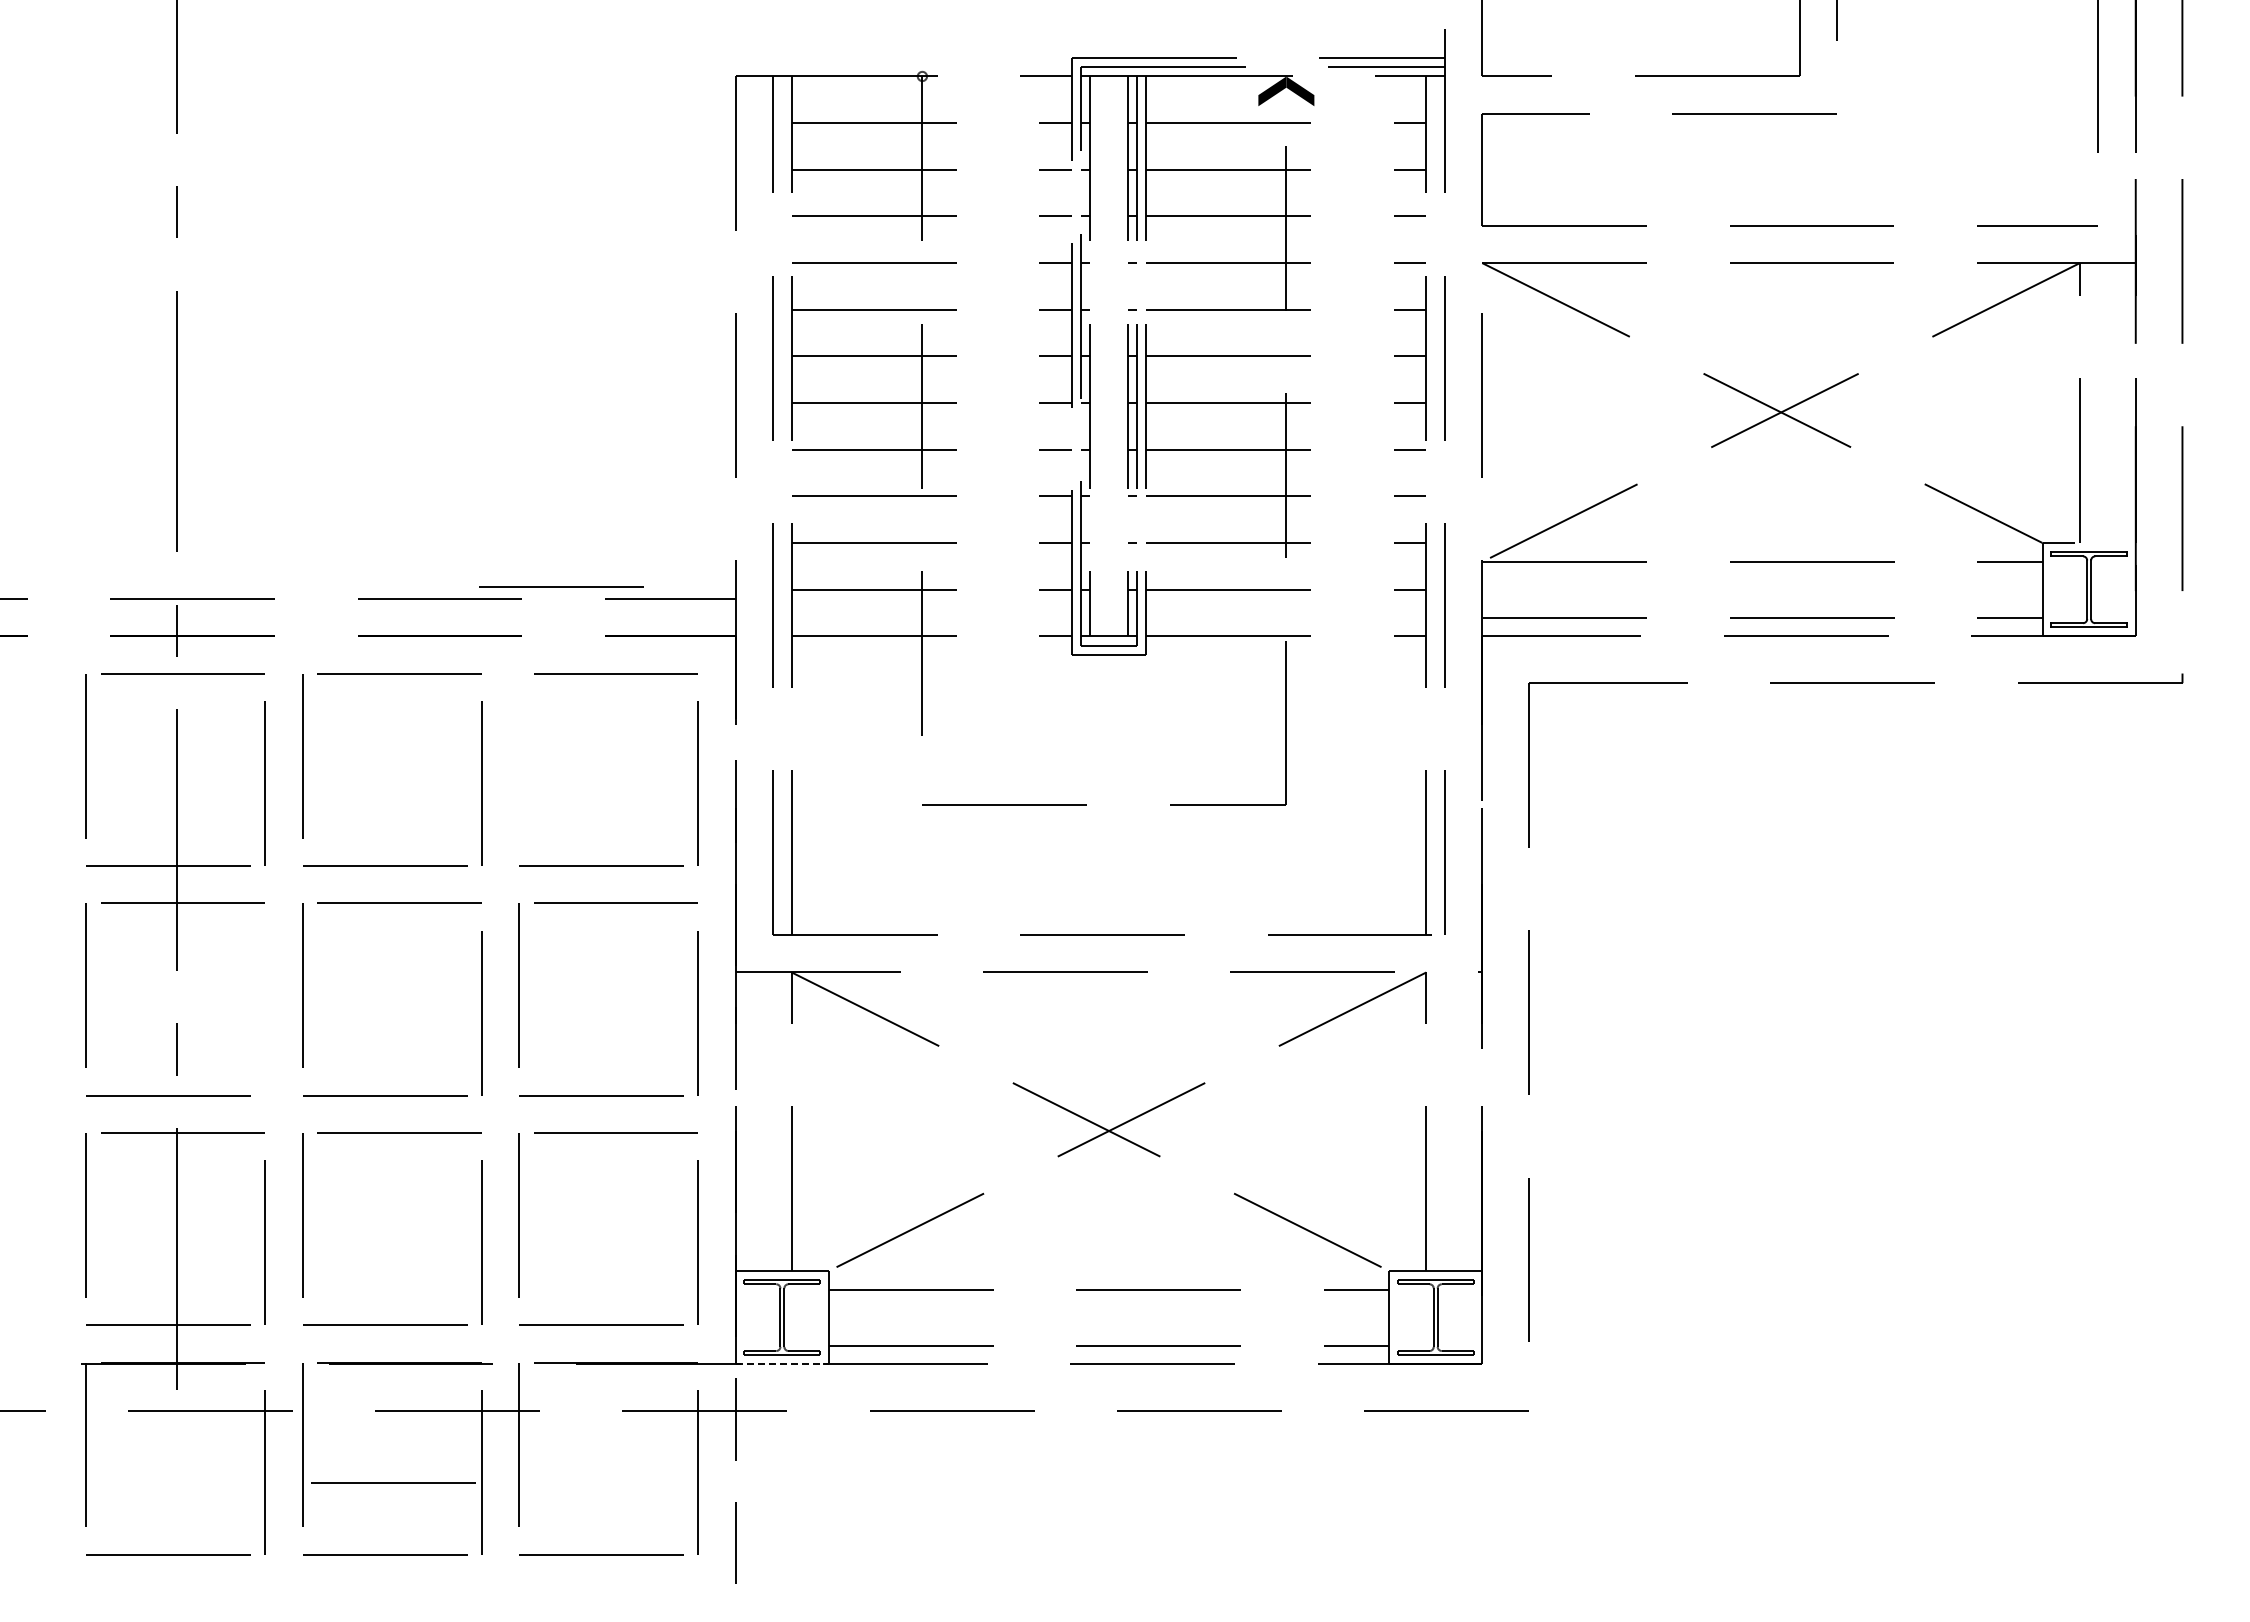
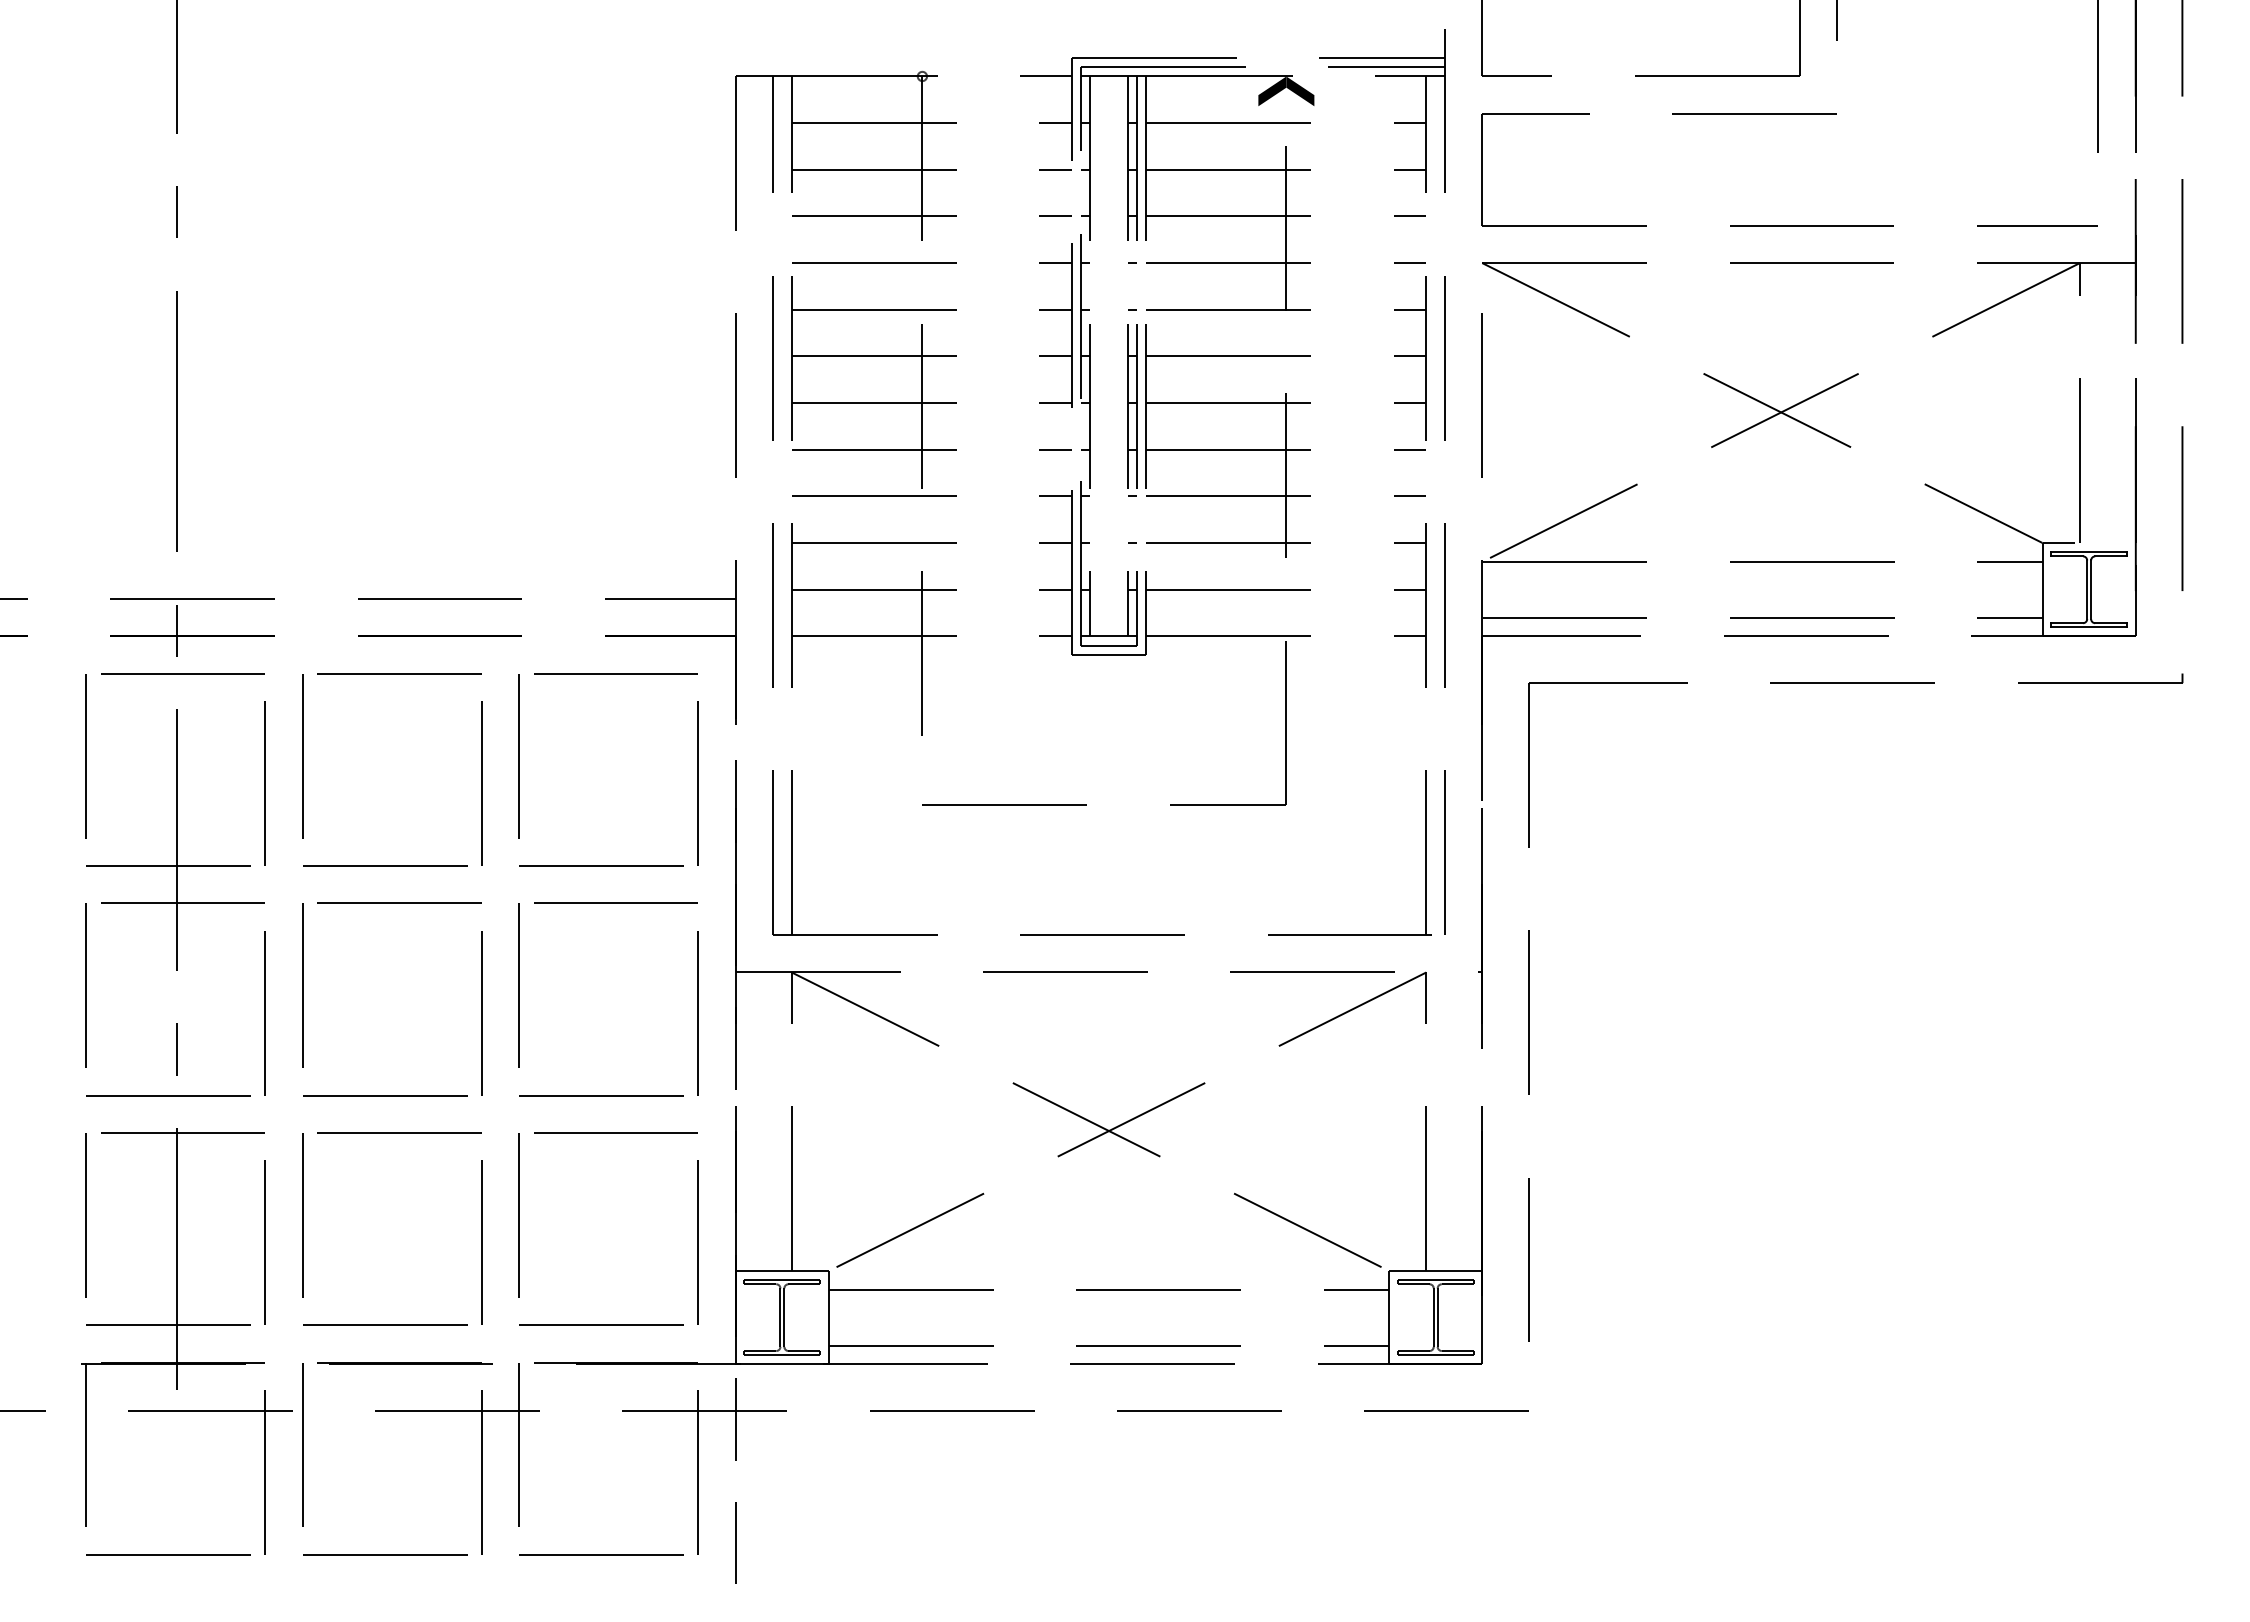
line at (561, 586): present -> none
line at (518, 756): none -> present
line at (264, 1013): none -> present
line at (782, 1364): dashed -> solid
line at (393, 1482): present -> none
